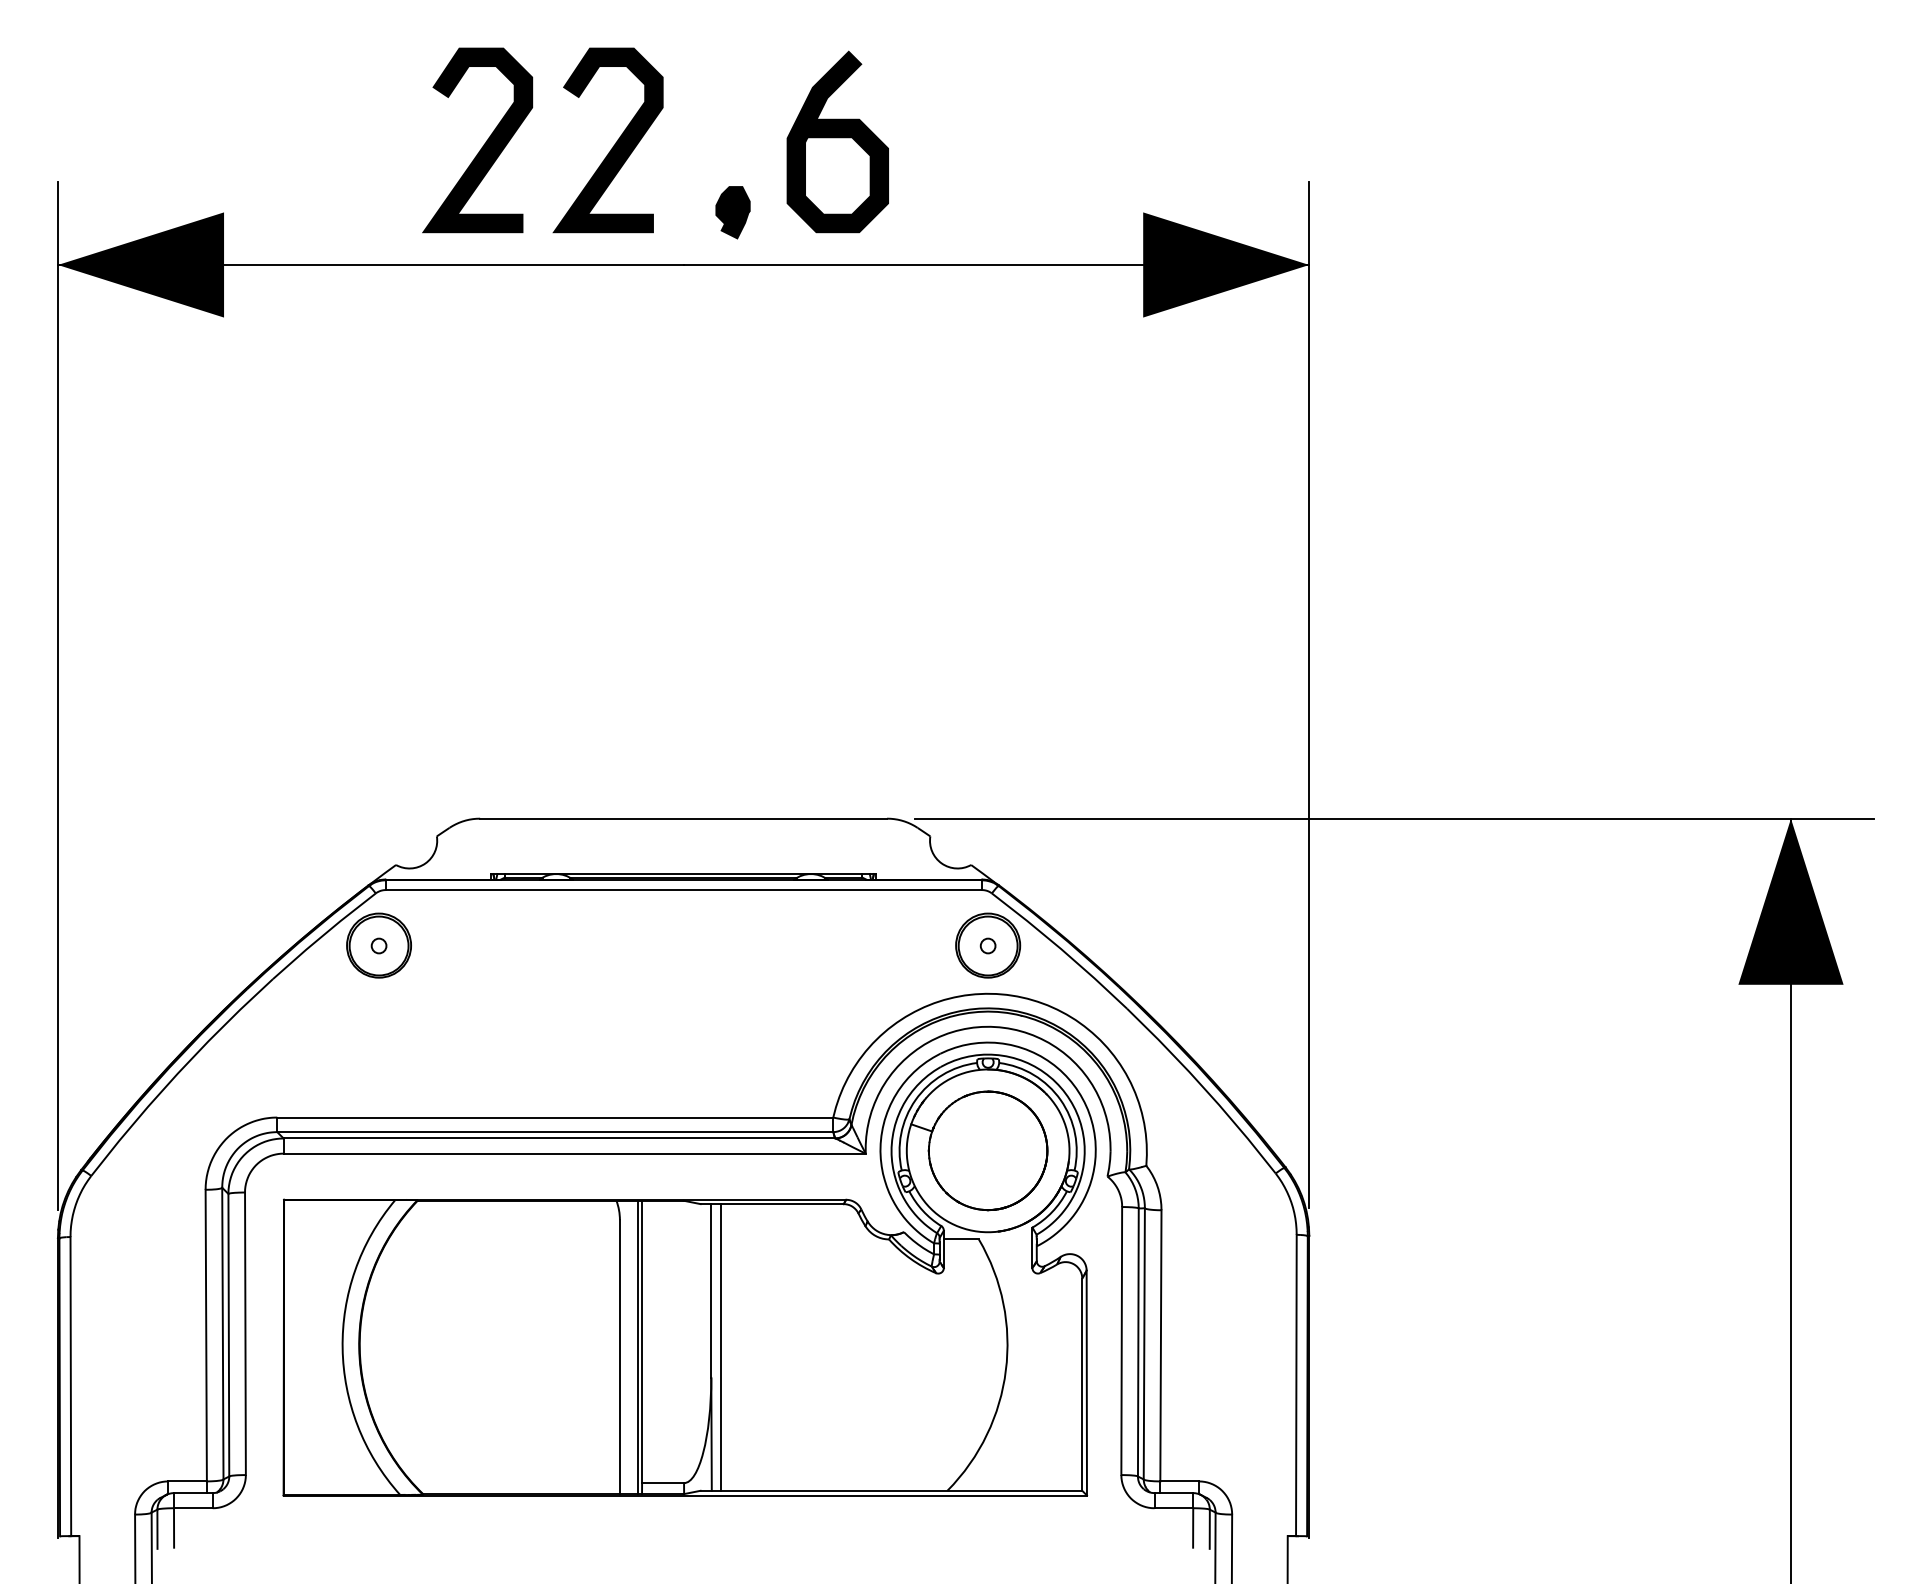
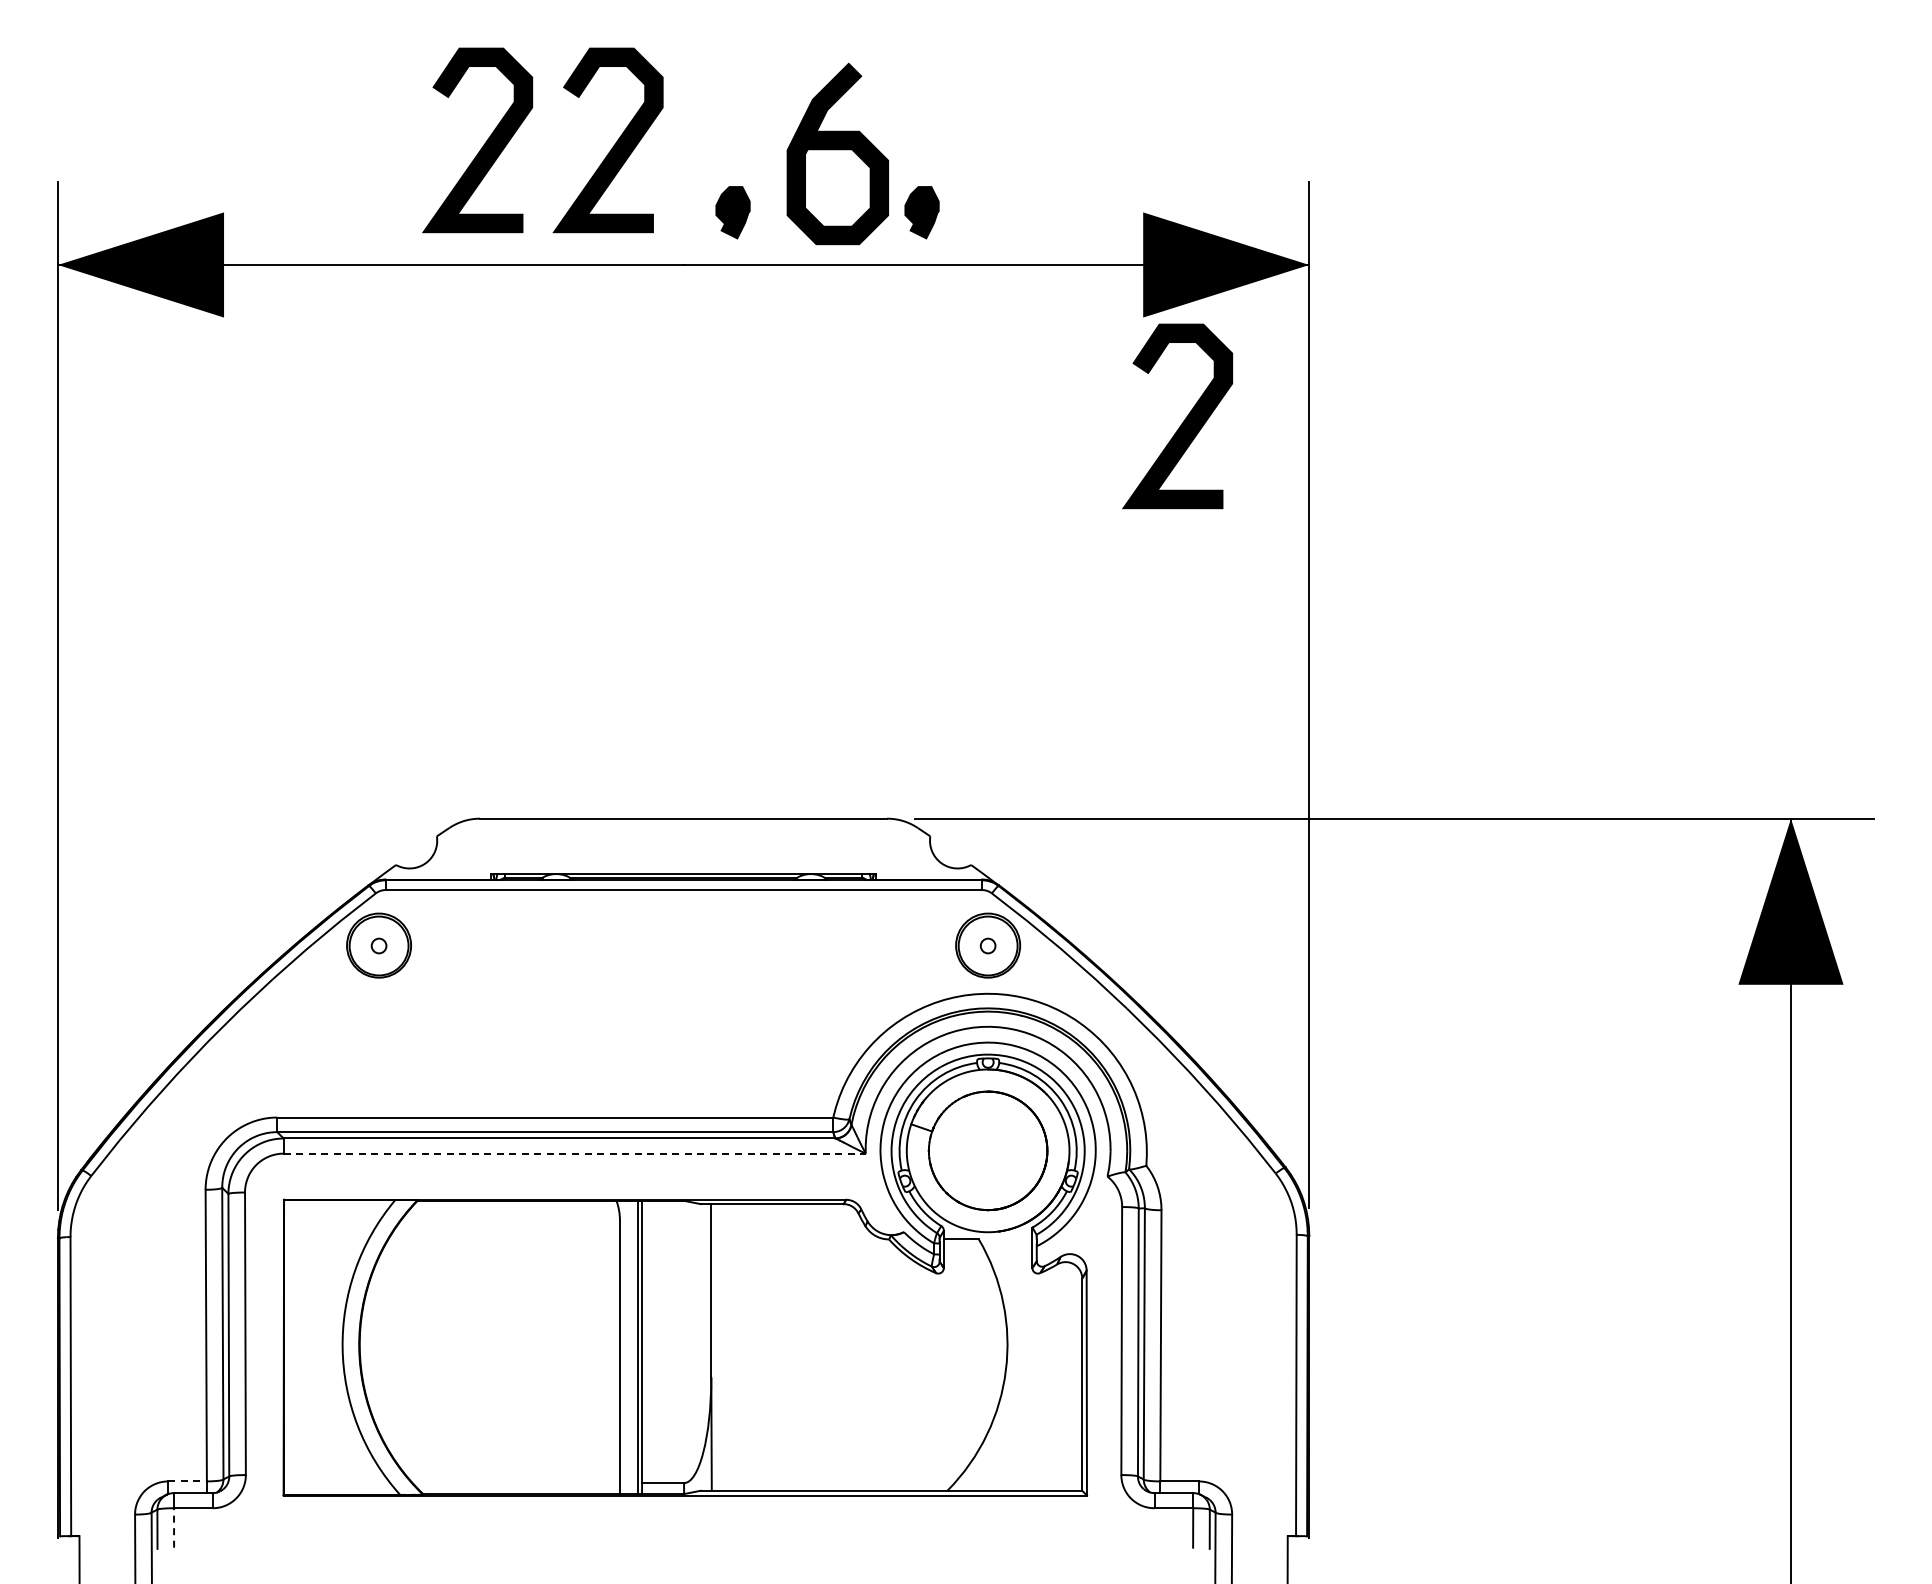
curve at (837, 138) position: (837, 138) -> (837, 150)
part at (921, 212): none -> present
curve at (1183, 420): none -> present
line at (575, 1153): solid -> dashed
line at (721, 1347): present -> none
line at (188, 1481): solid -> dashed
line at (174, 1527): solid -> dashed
